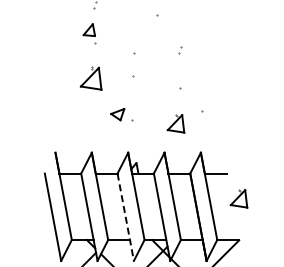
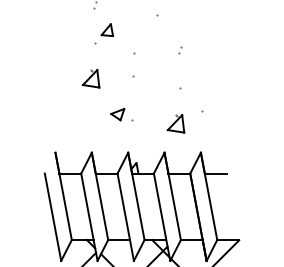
part at (88, 29) position: (88, 29) -> (106, 29)
part at (90, 78) size: 24x25 px -> 20x20 px
part at (238, 198): present -> none
line at (125, 217): dashed -> solid
